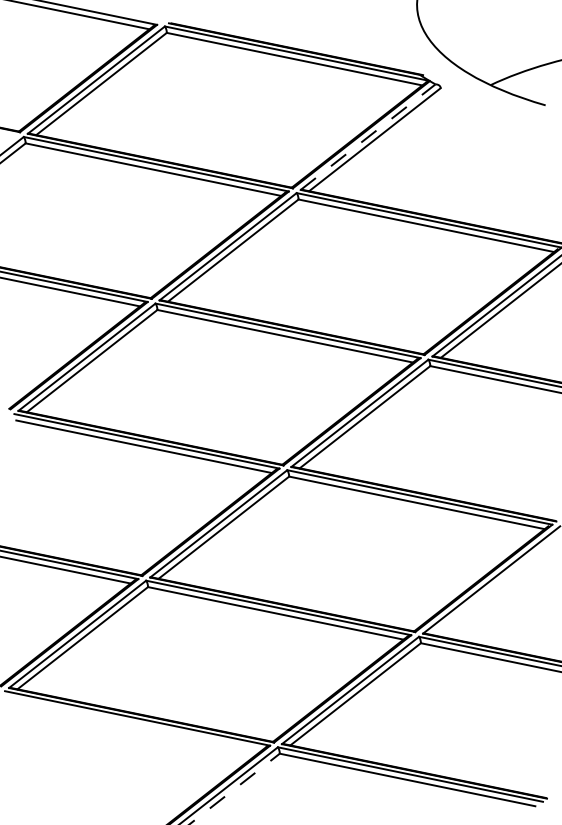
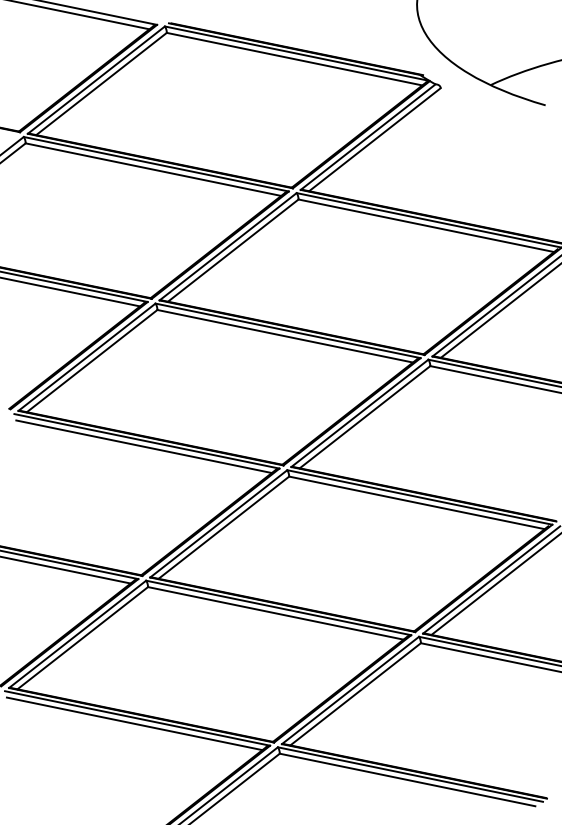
line at (368, 137): dashed -> solid
line at (494, 584): none -> present
line at (134, 723): none -> present
line at (234, 788): dashed -> solid
